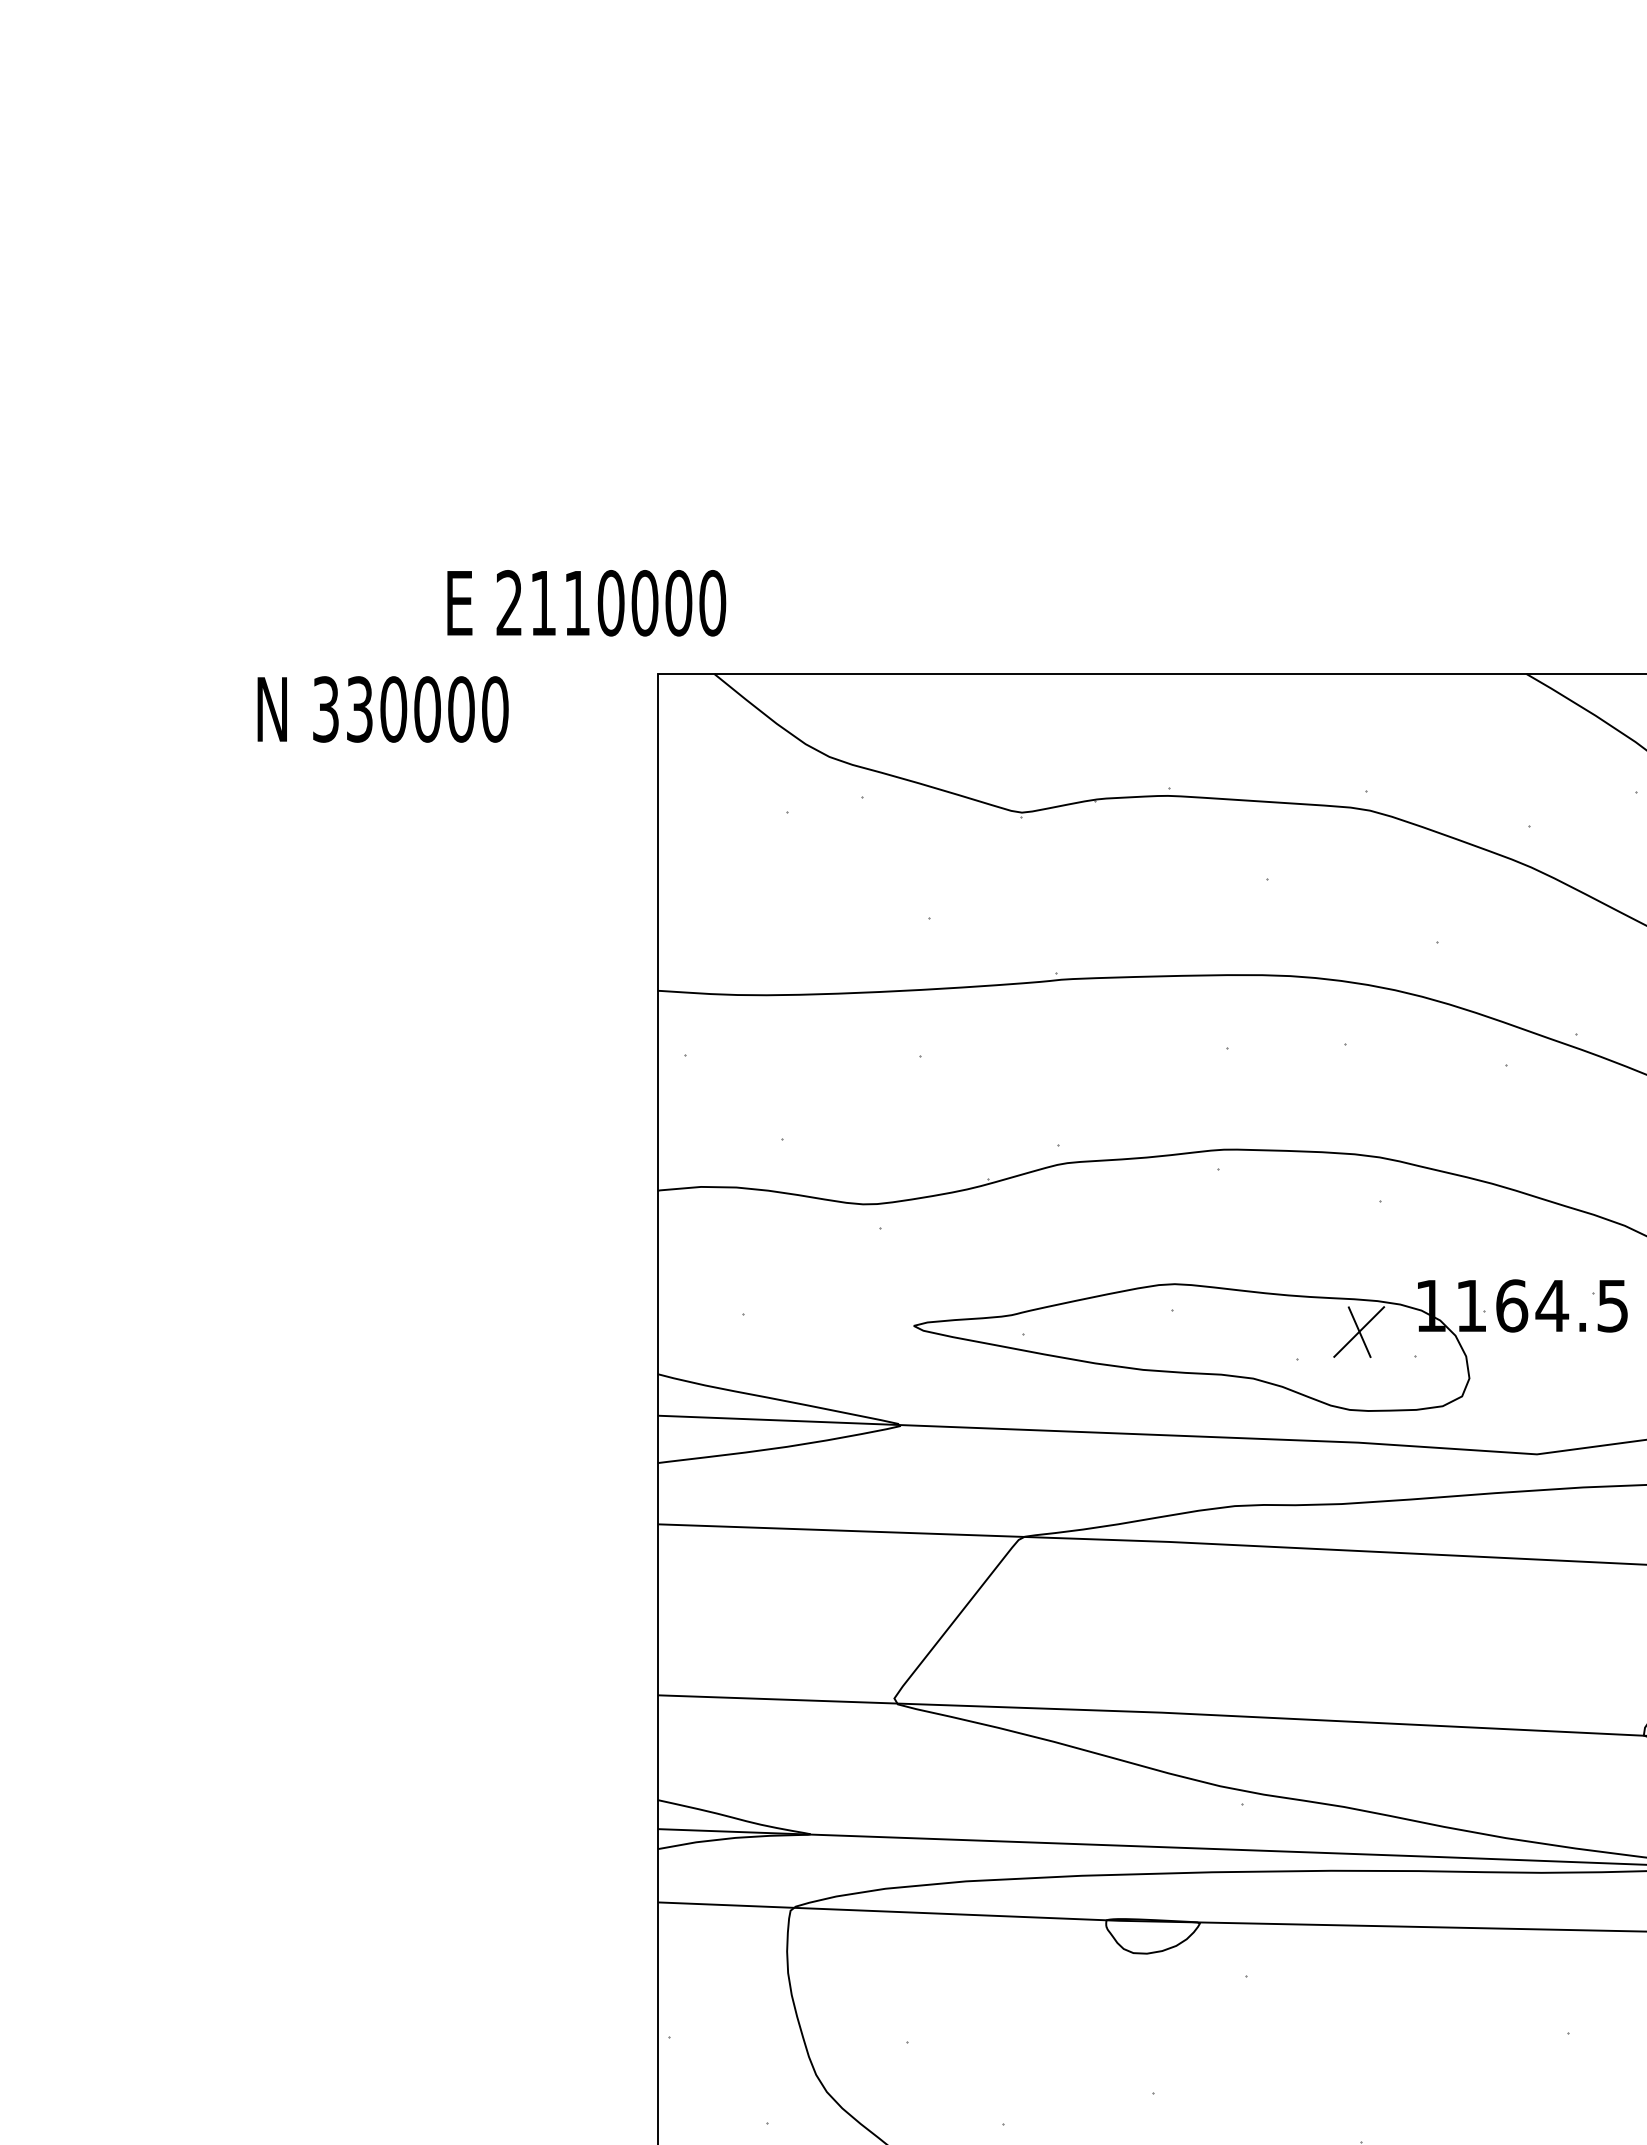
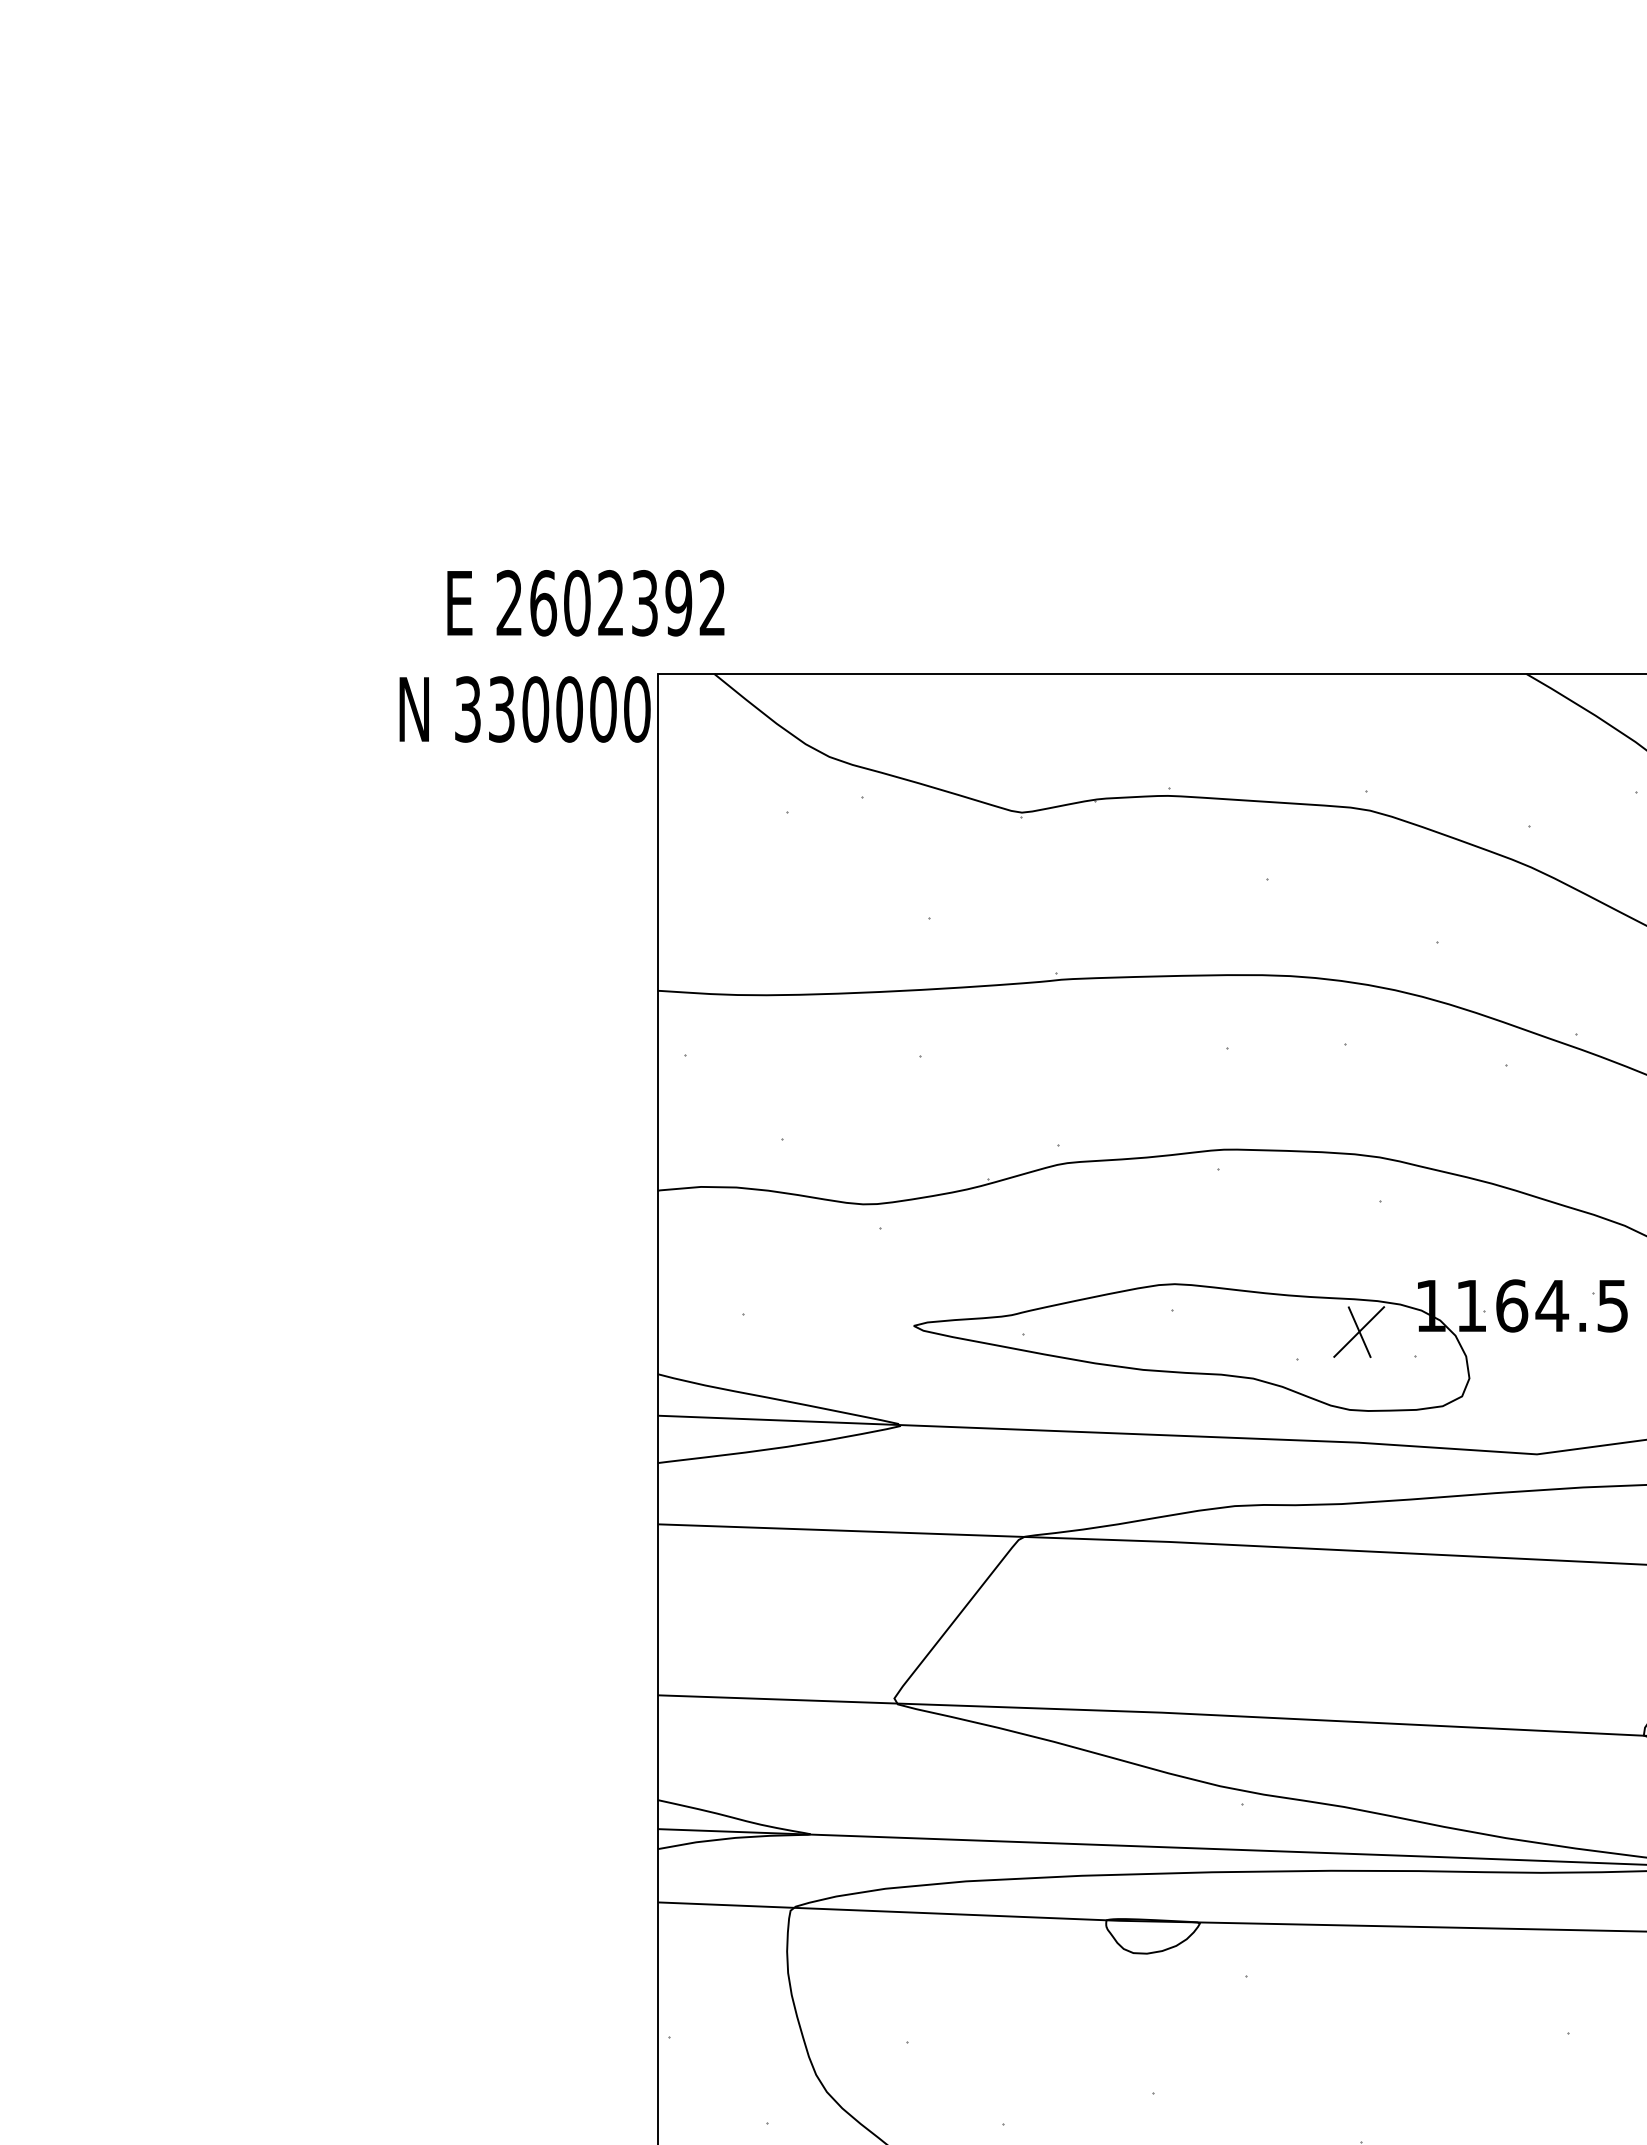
text at (628, 603): 2110000 -> 2602392
text at (382, 709) position: (382, 709) -> (524, 709)
